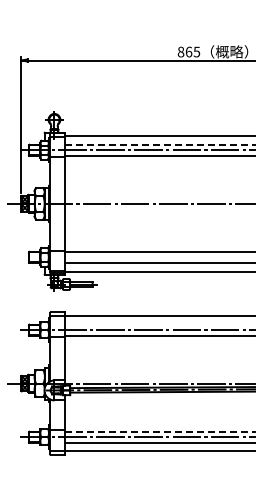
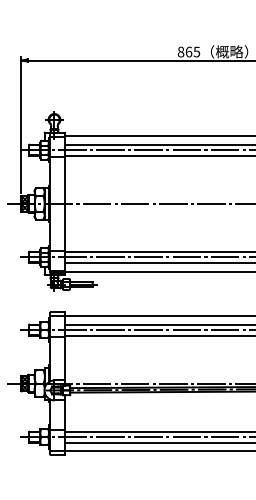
line at (160, 144): dashed -> solid
line at (136, 257): none -> present
line at (158, 324): none -> present
line at (160, 431): dashed -> solid
